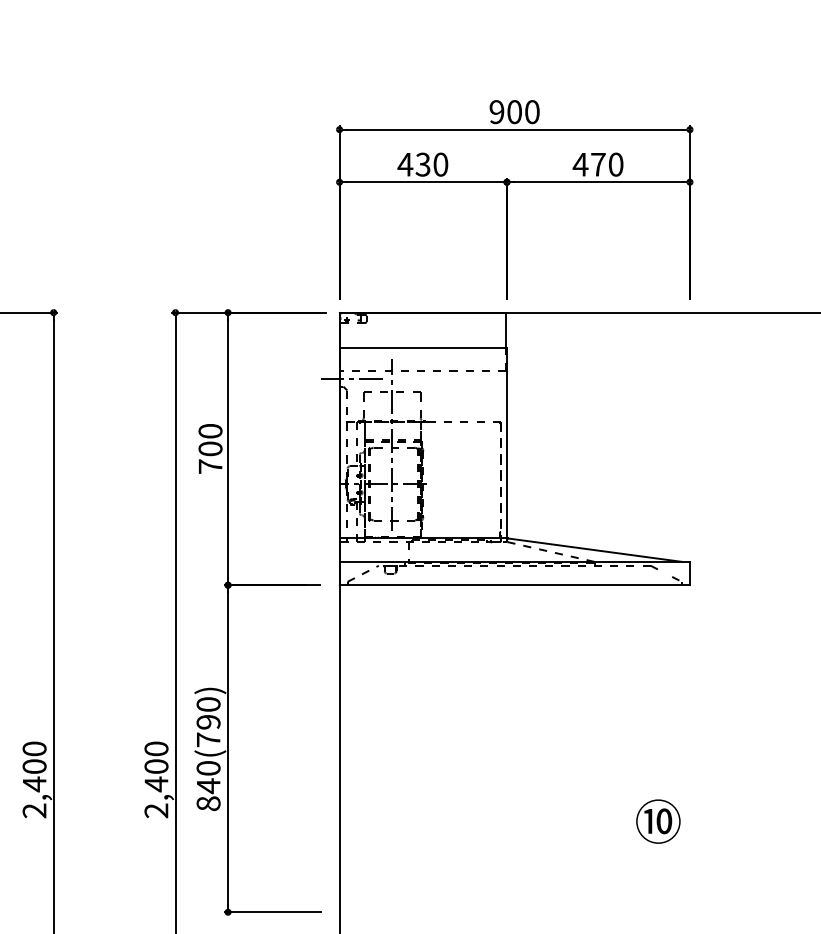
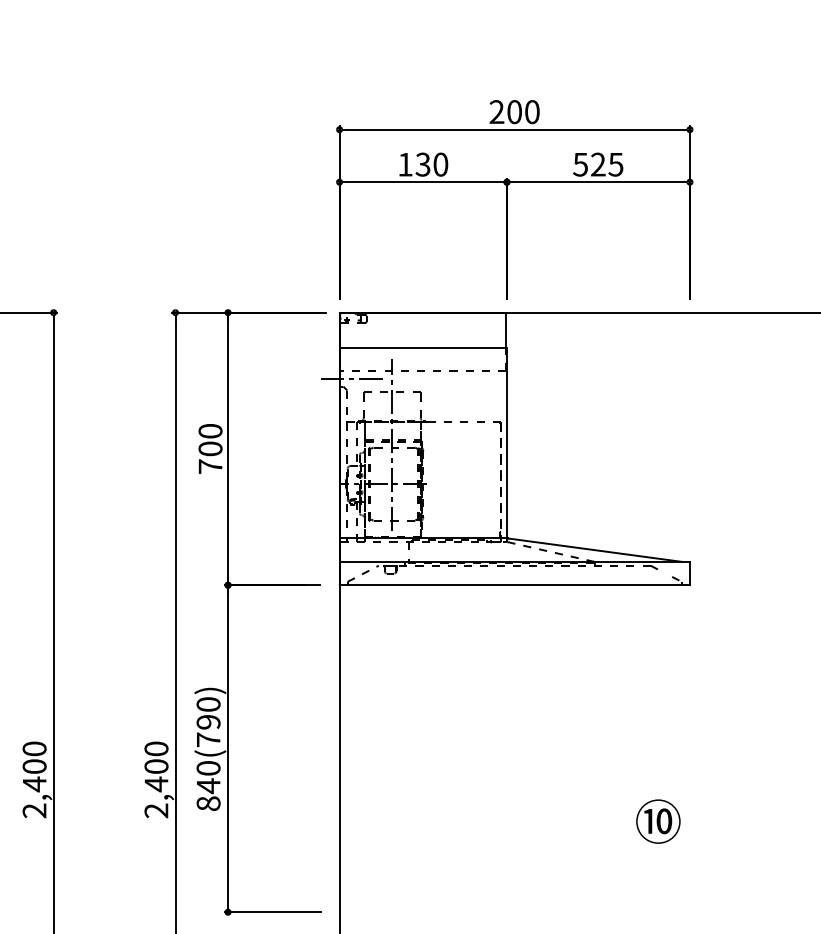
text at (496, 112): 900 -> 200
text at (405, 164): 430 -> 130
text at (597, 164): 470 -> 525
